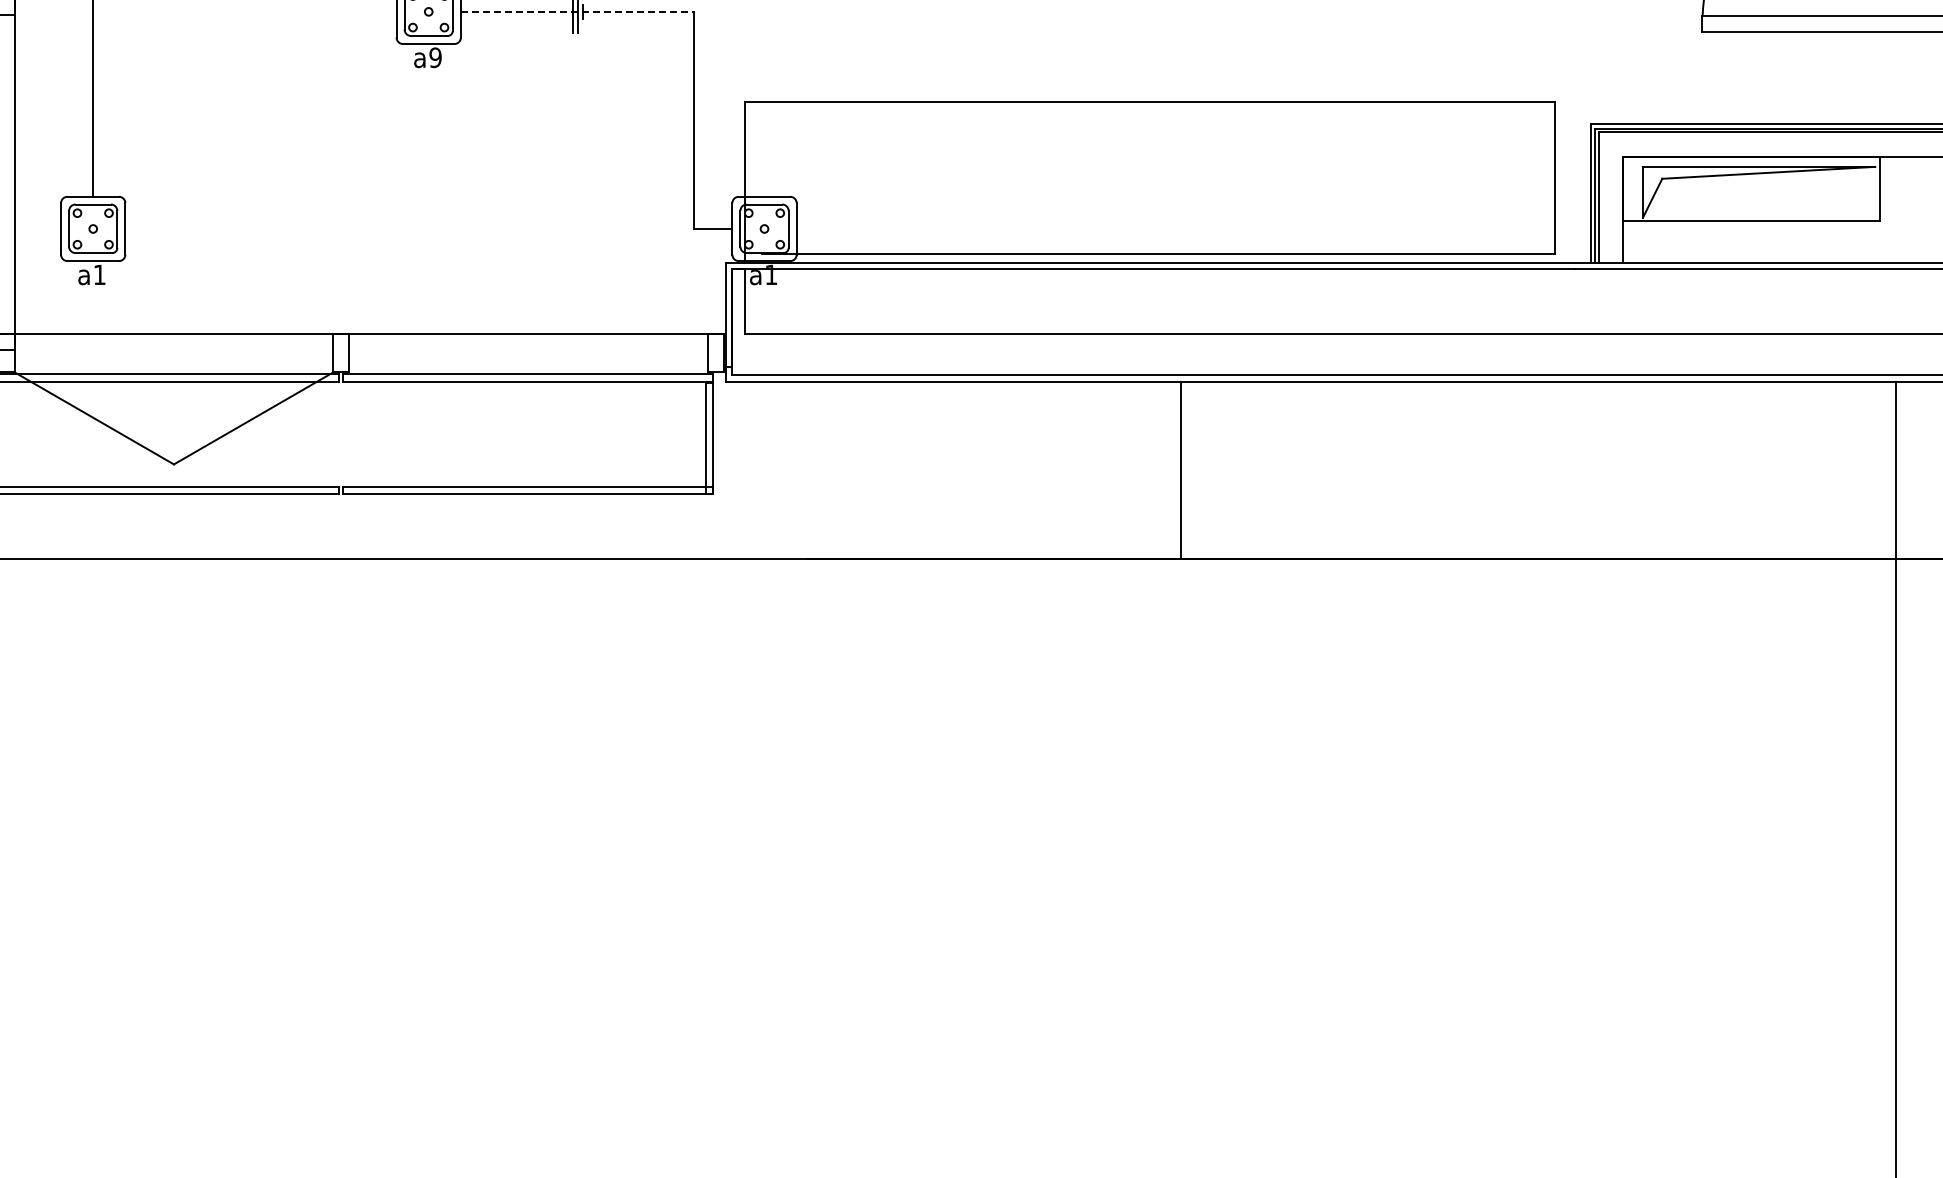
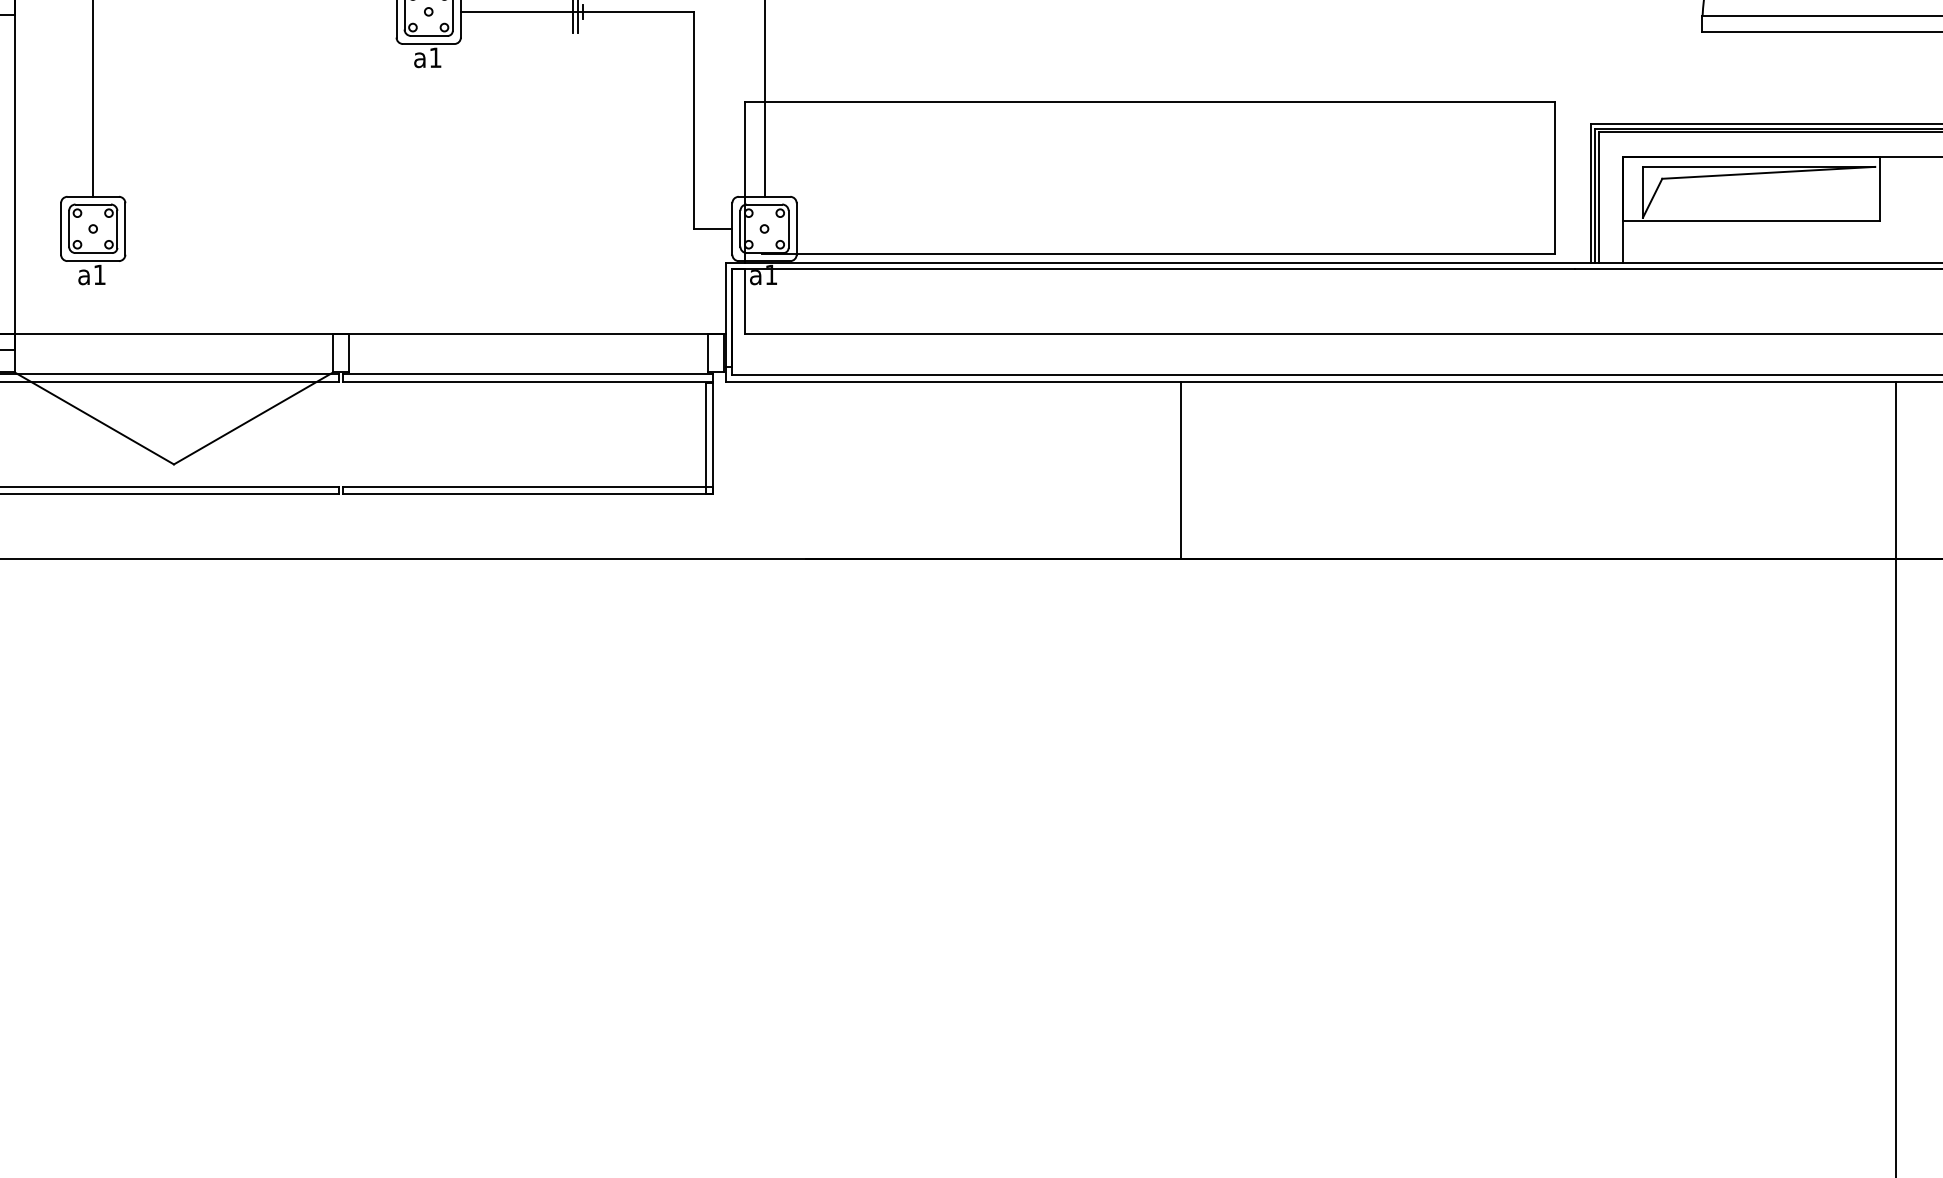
line at (577, 11): dashed -> solid
text at (435, 57): a9 -> a1
line at (764, 99): none -> present
